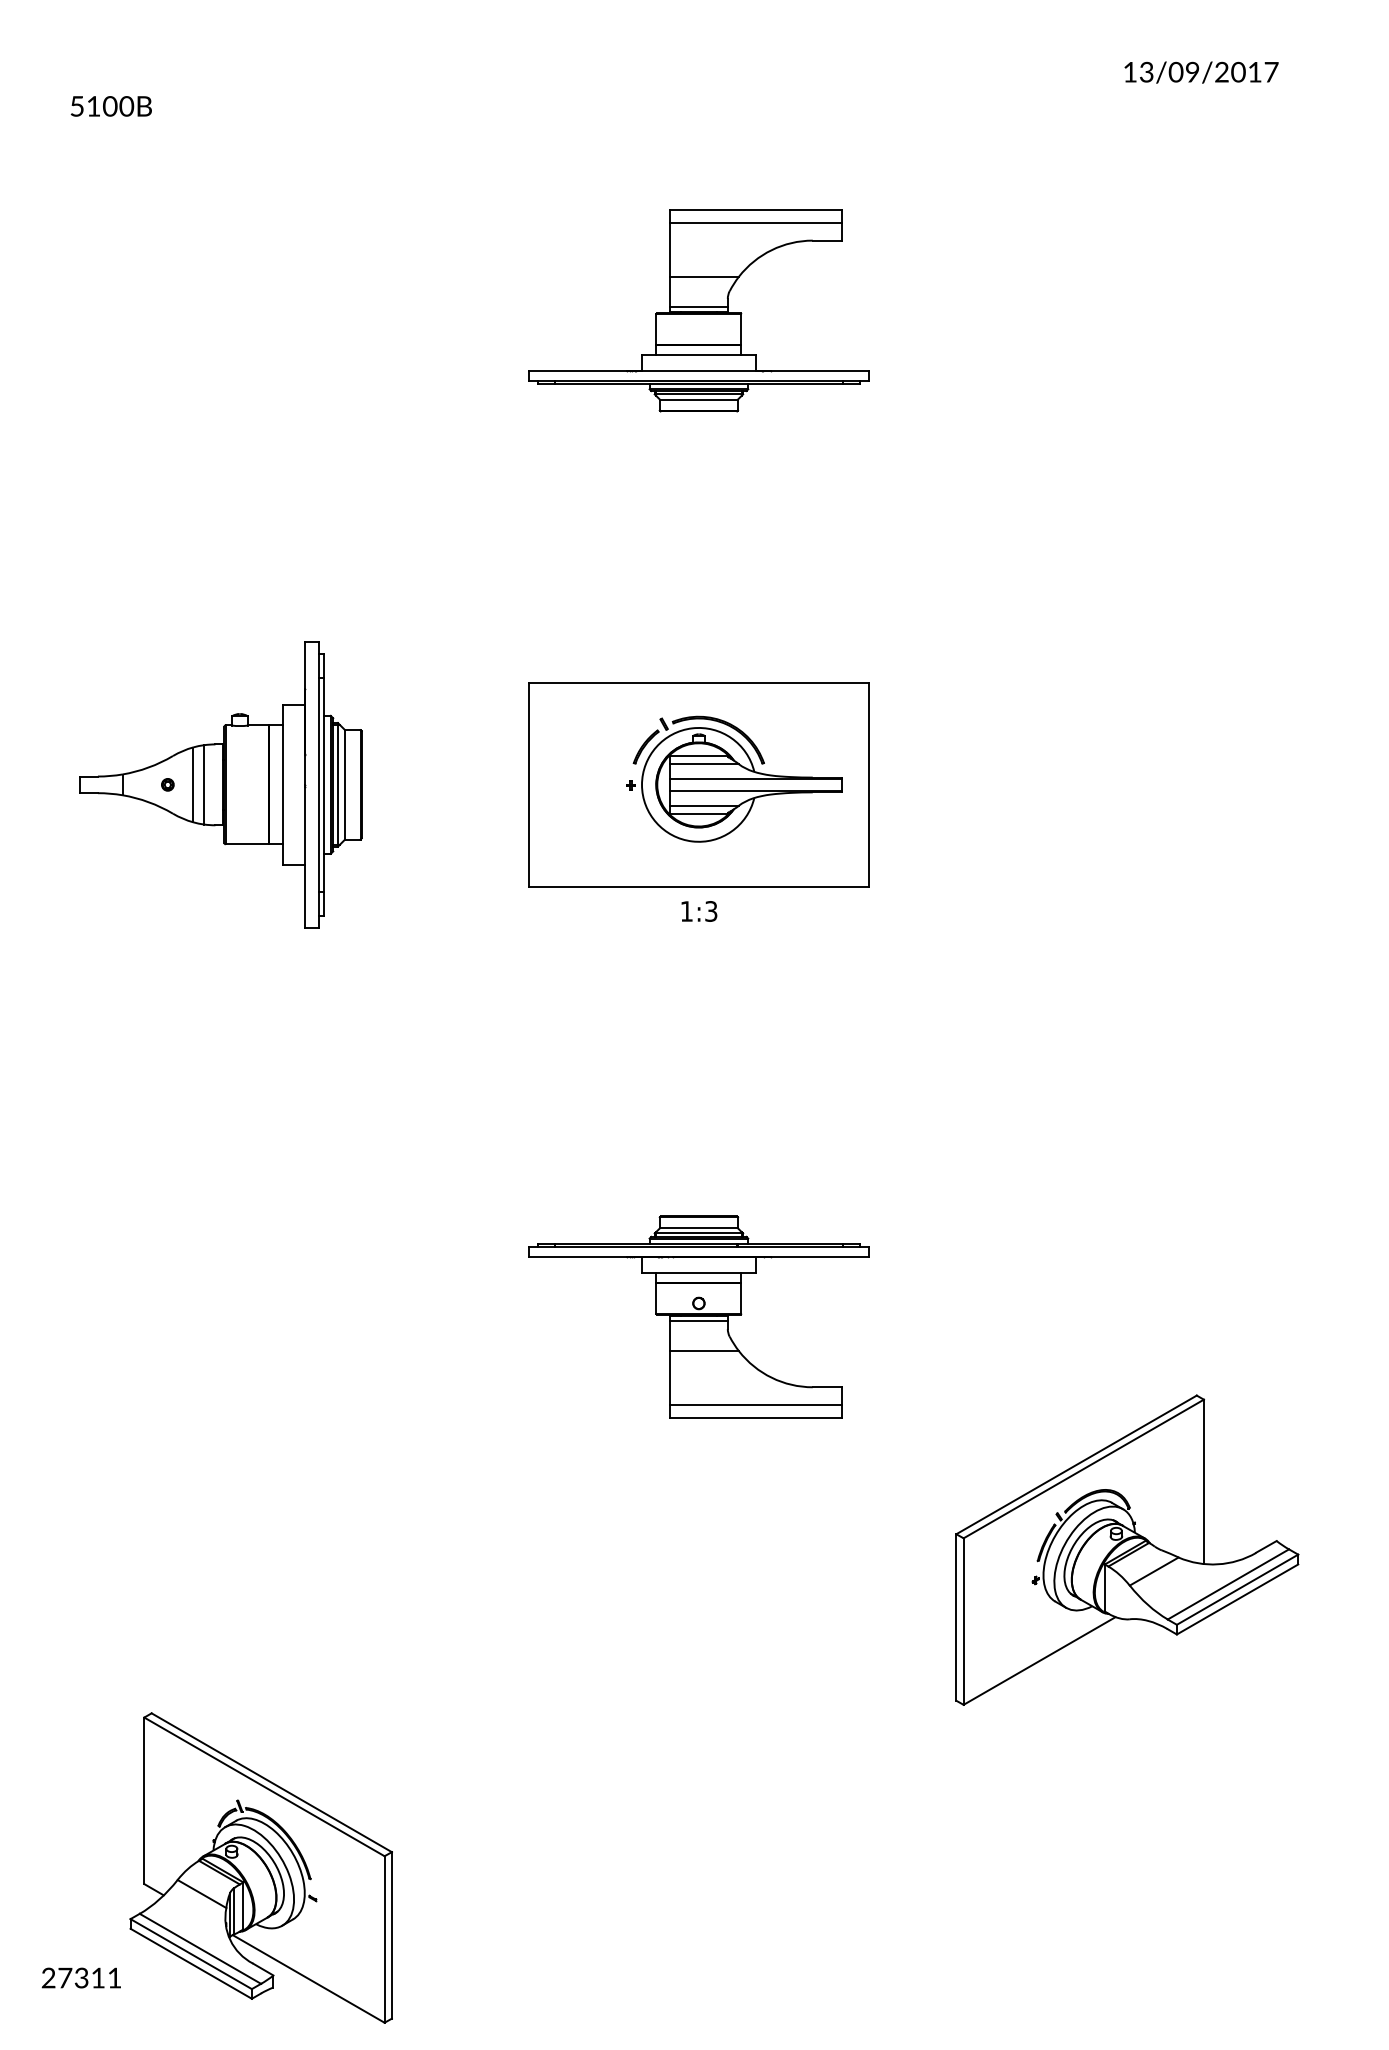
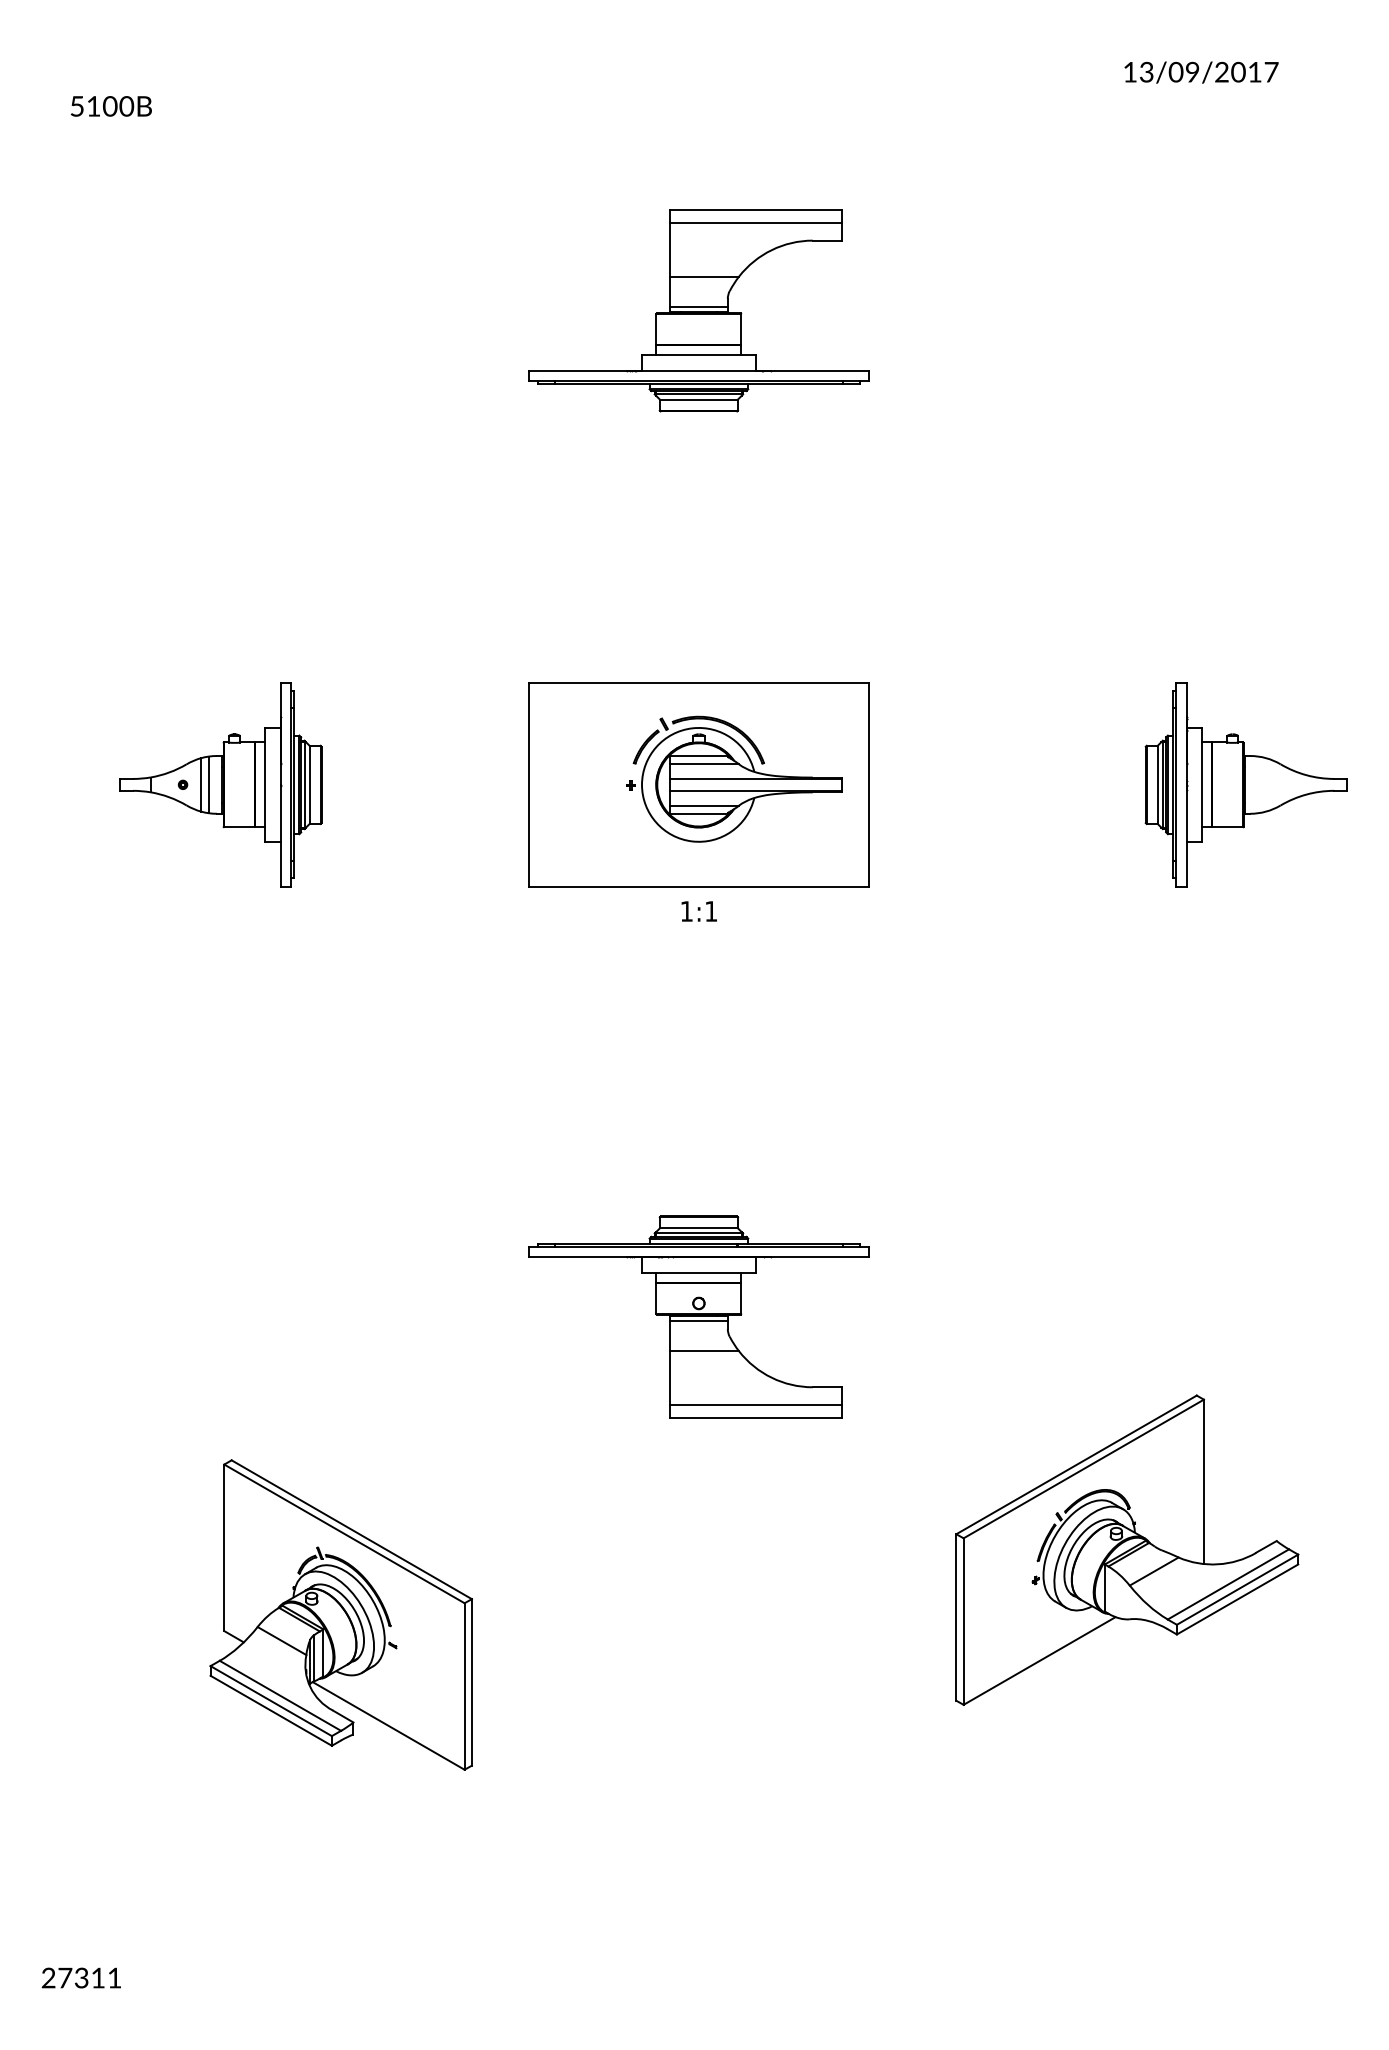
part at (220, 784) size: 284x288 px -> 204x206 px
part at (1245, 784): none -> present
text at (711, 911): 1:3 -> 1:1
part at (260, 1867) position: (260, 1867) -> (340, 1614)
